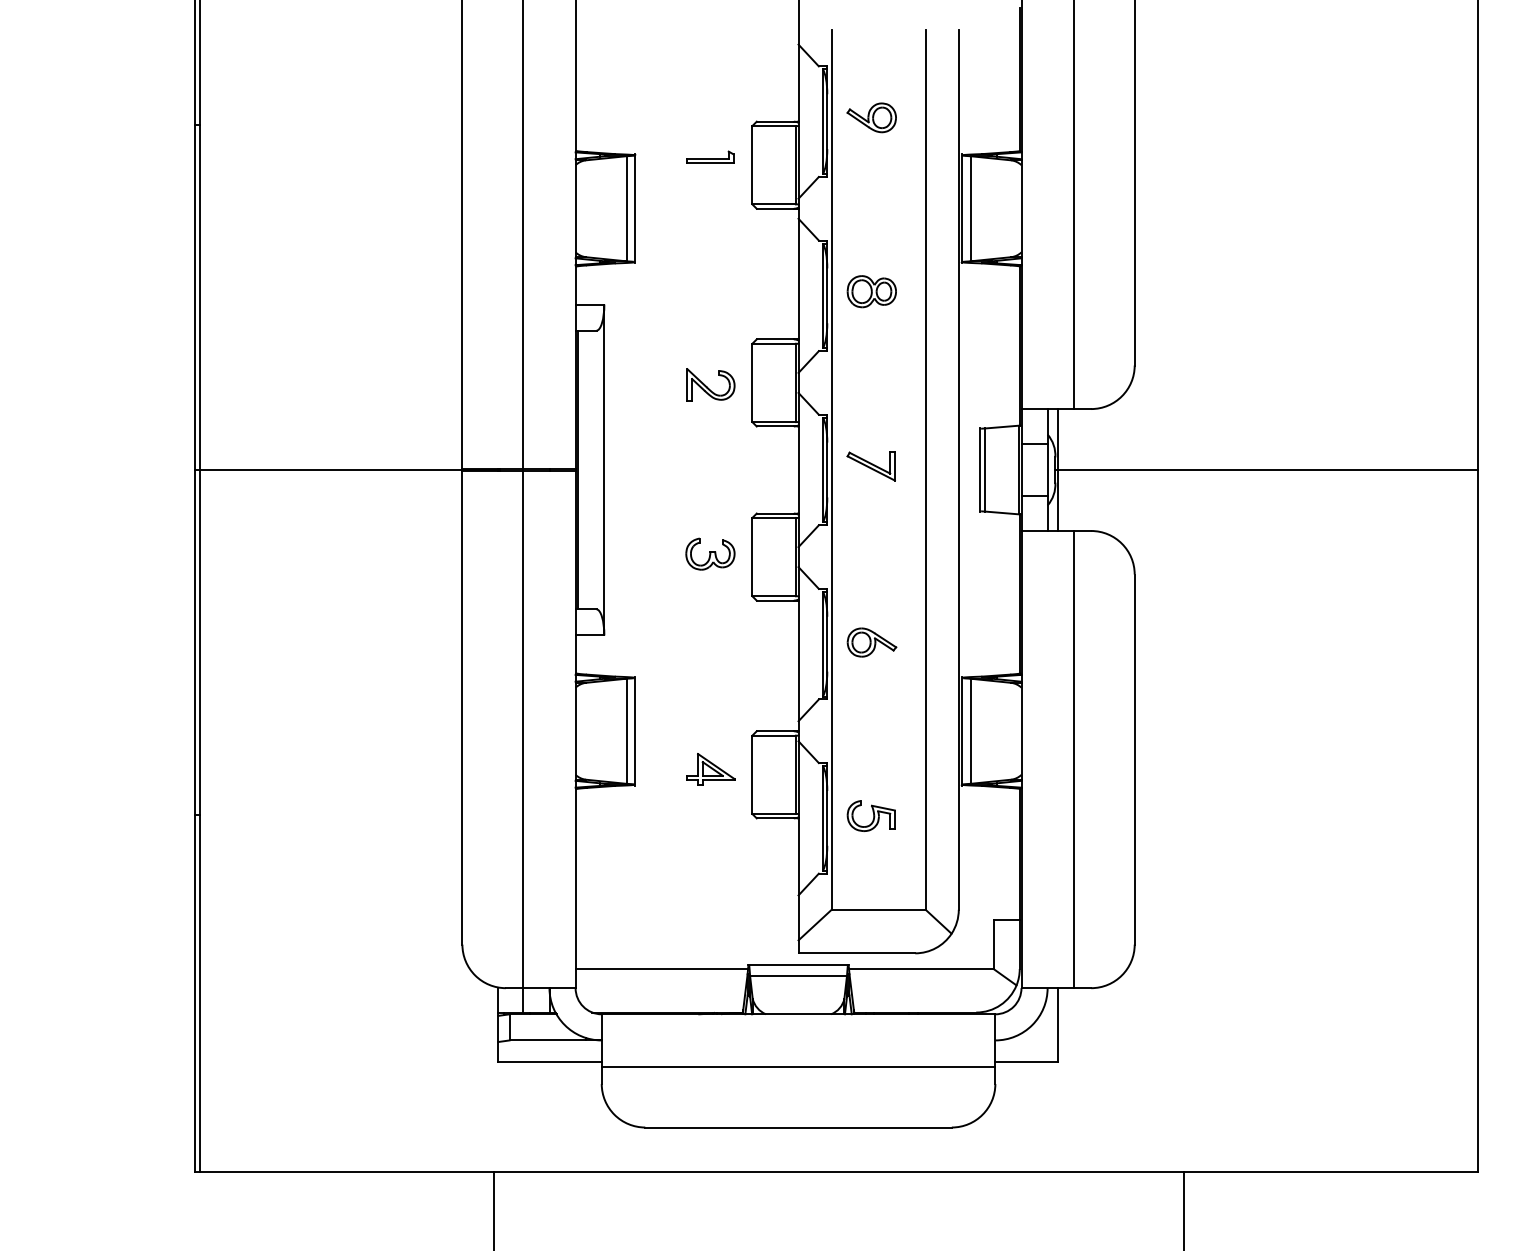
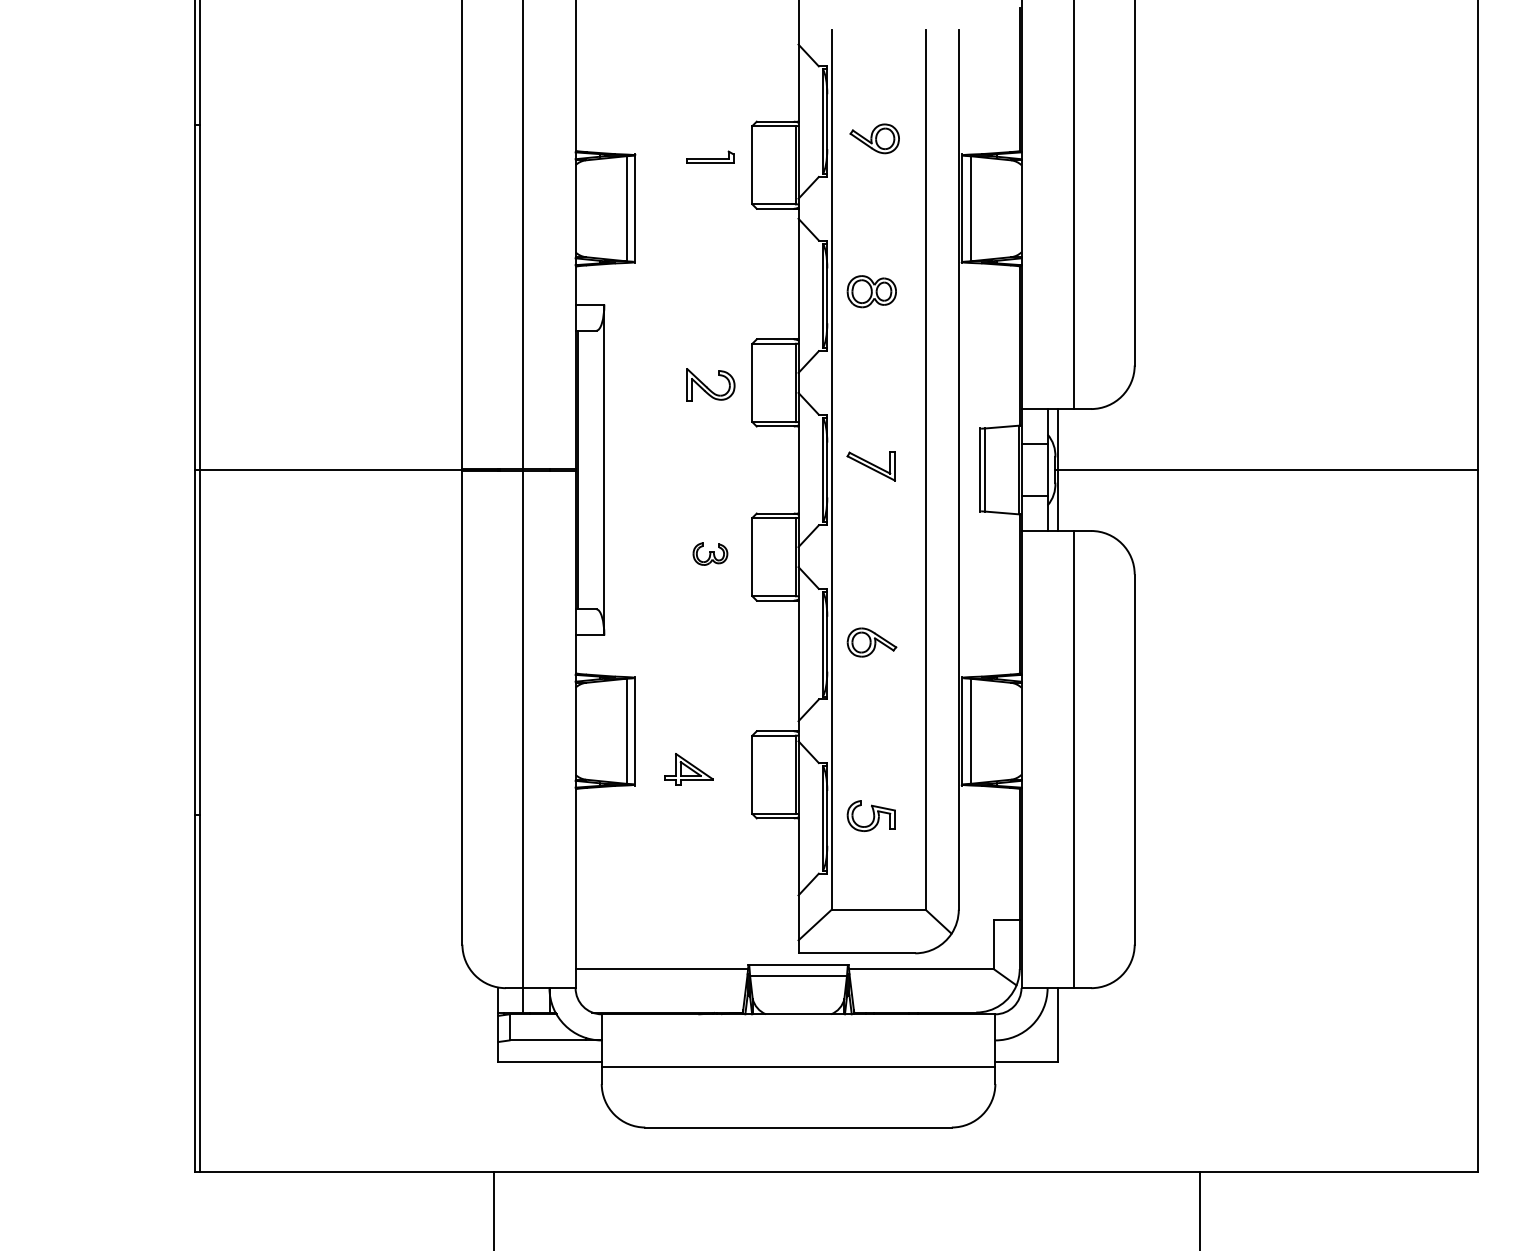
part at (871, 117) position: (871, 117) -> (874, 138)
part at (710, 553) size: 51x34 px -> 37x24 px
part at (710, 769) position: (710, 769) -> (688, 769)
line at (1184, 1209) position: (1184, 1209) -> (1200, 1209)
